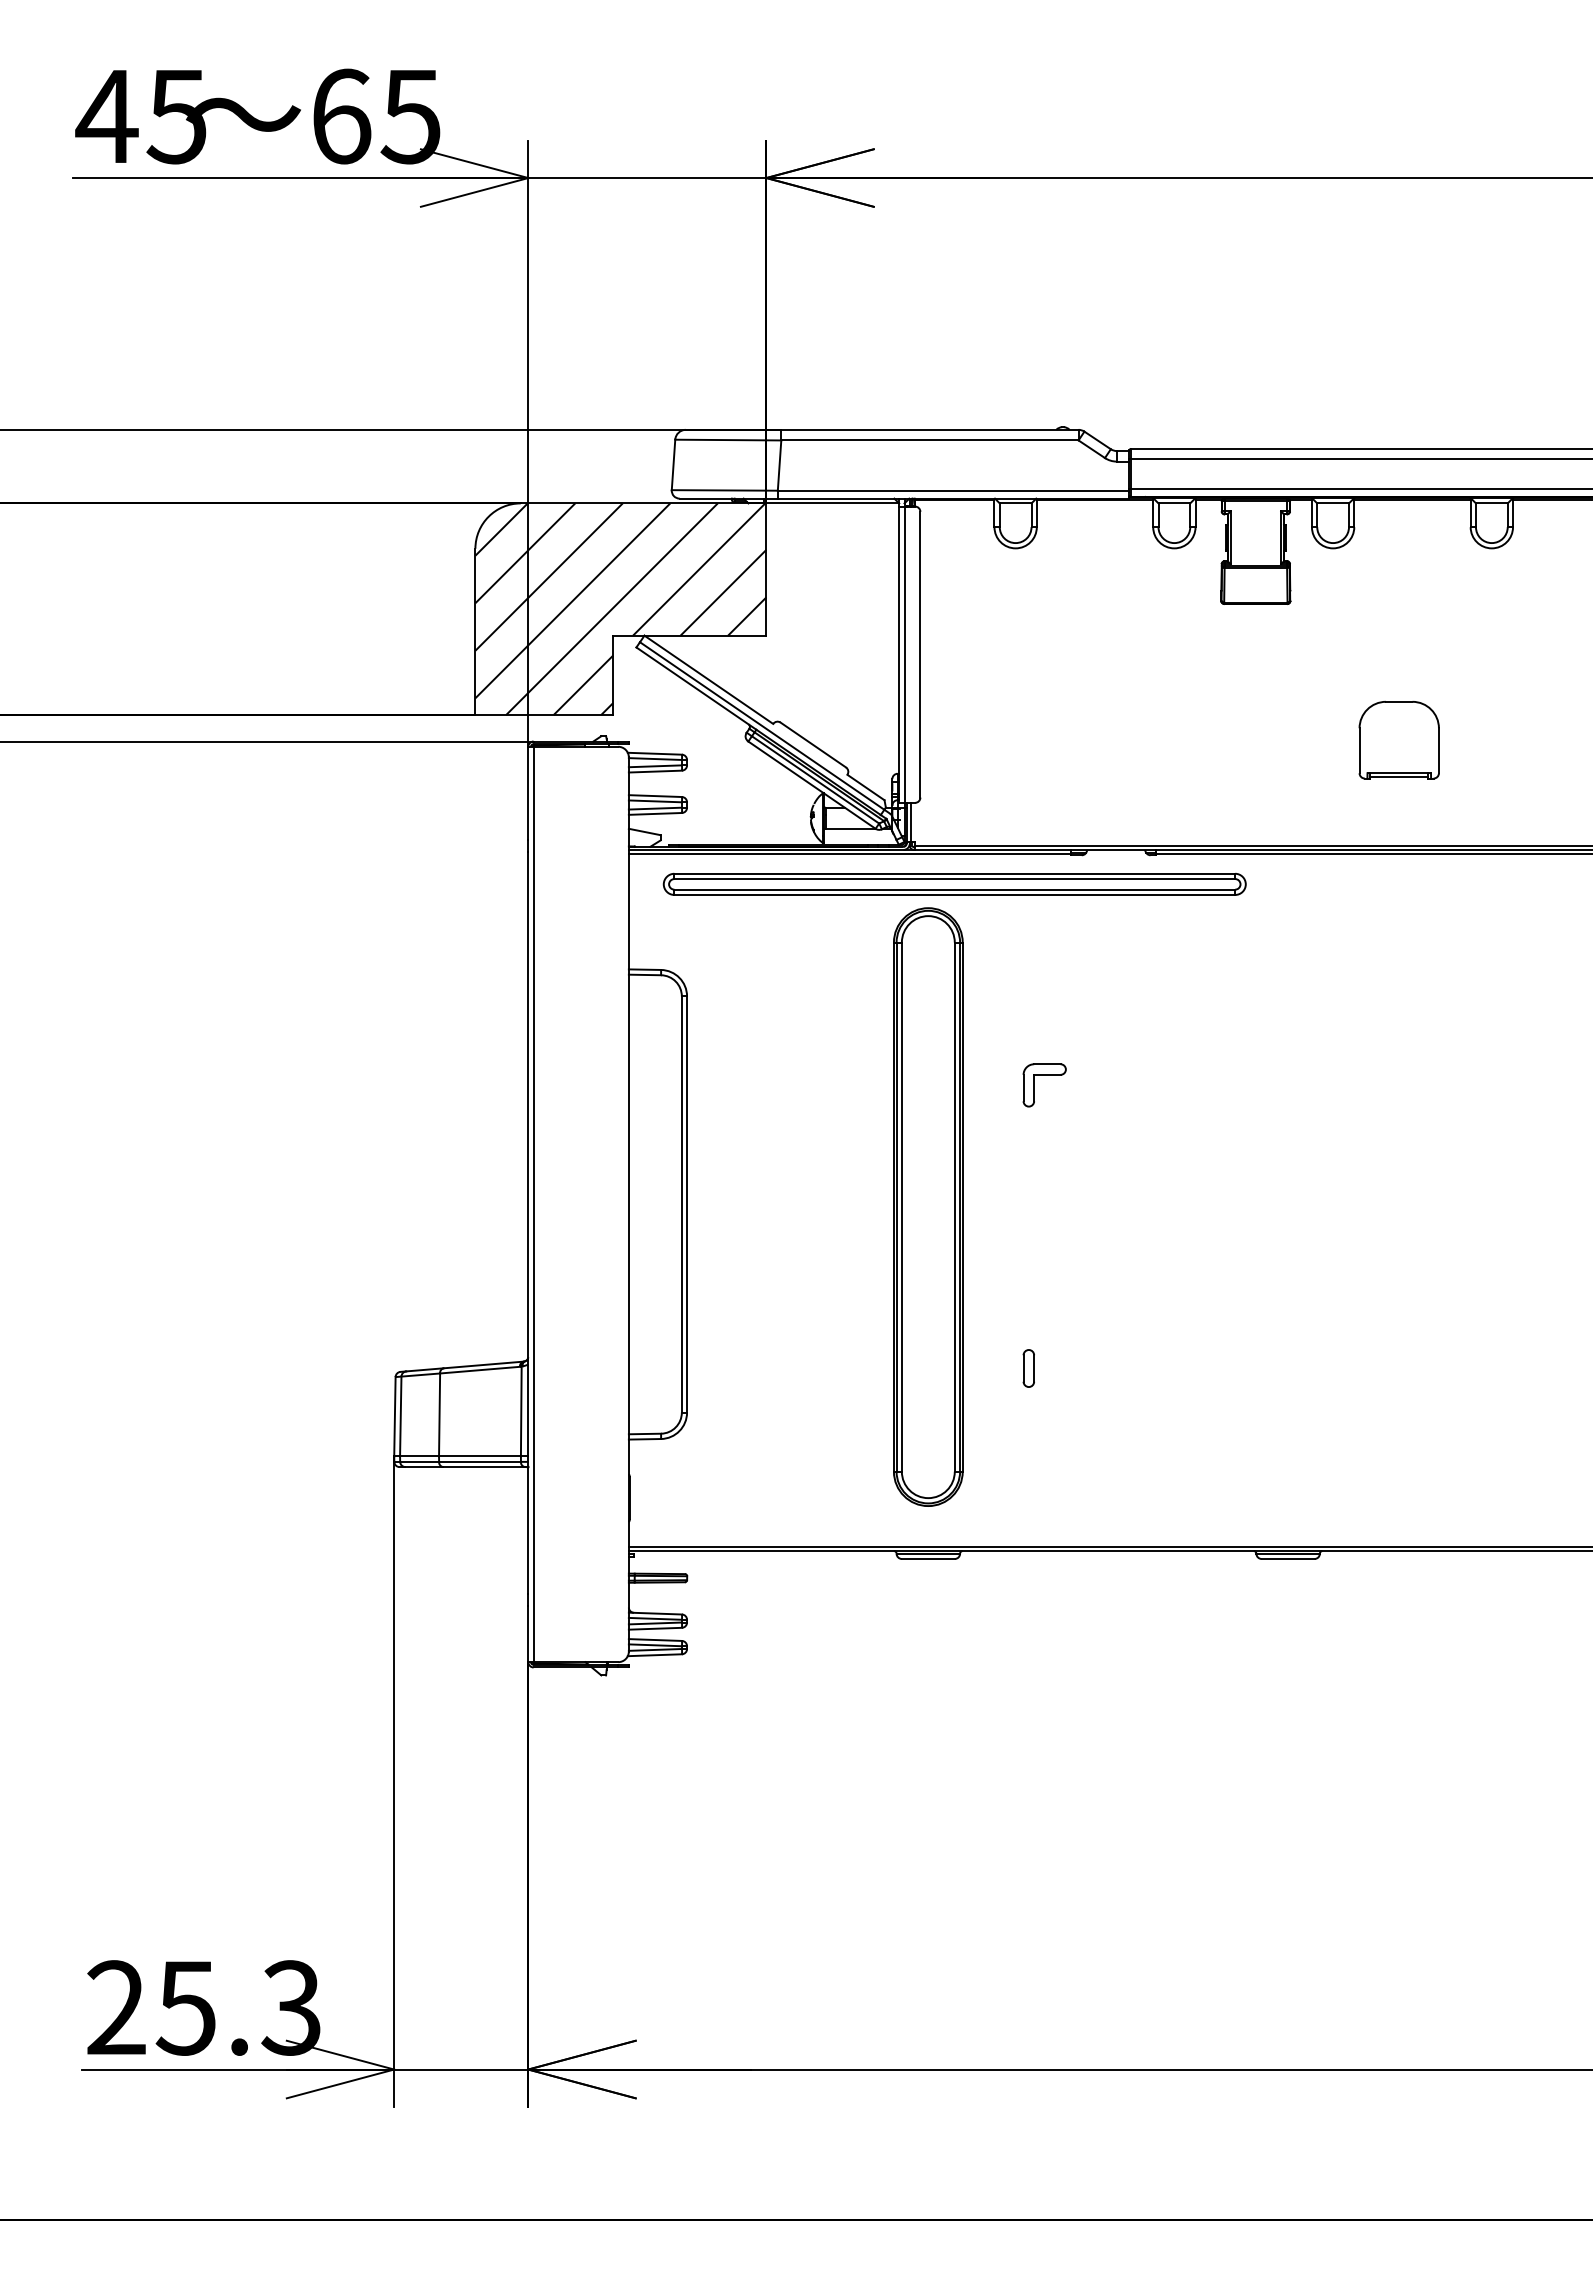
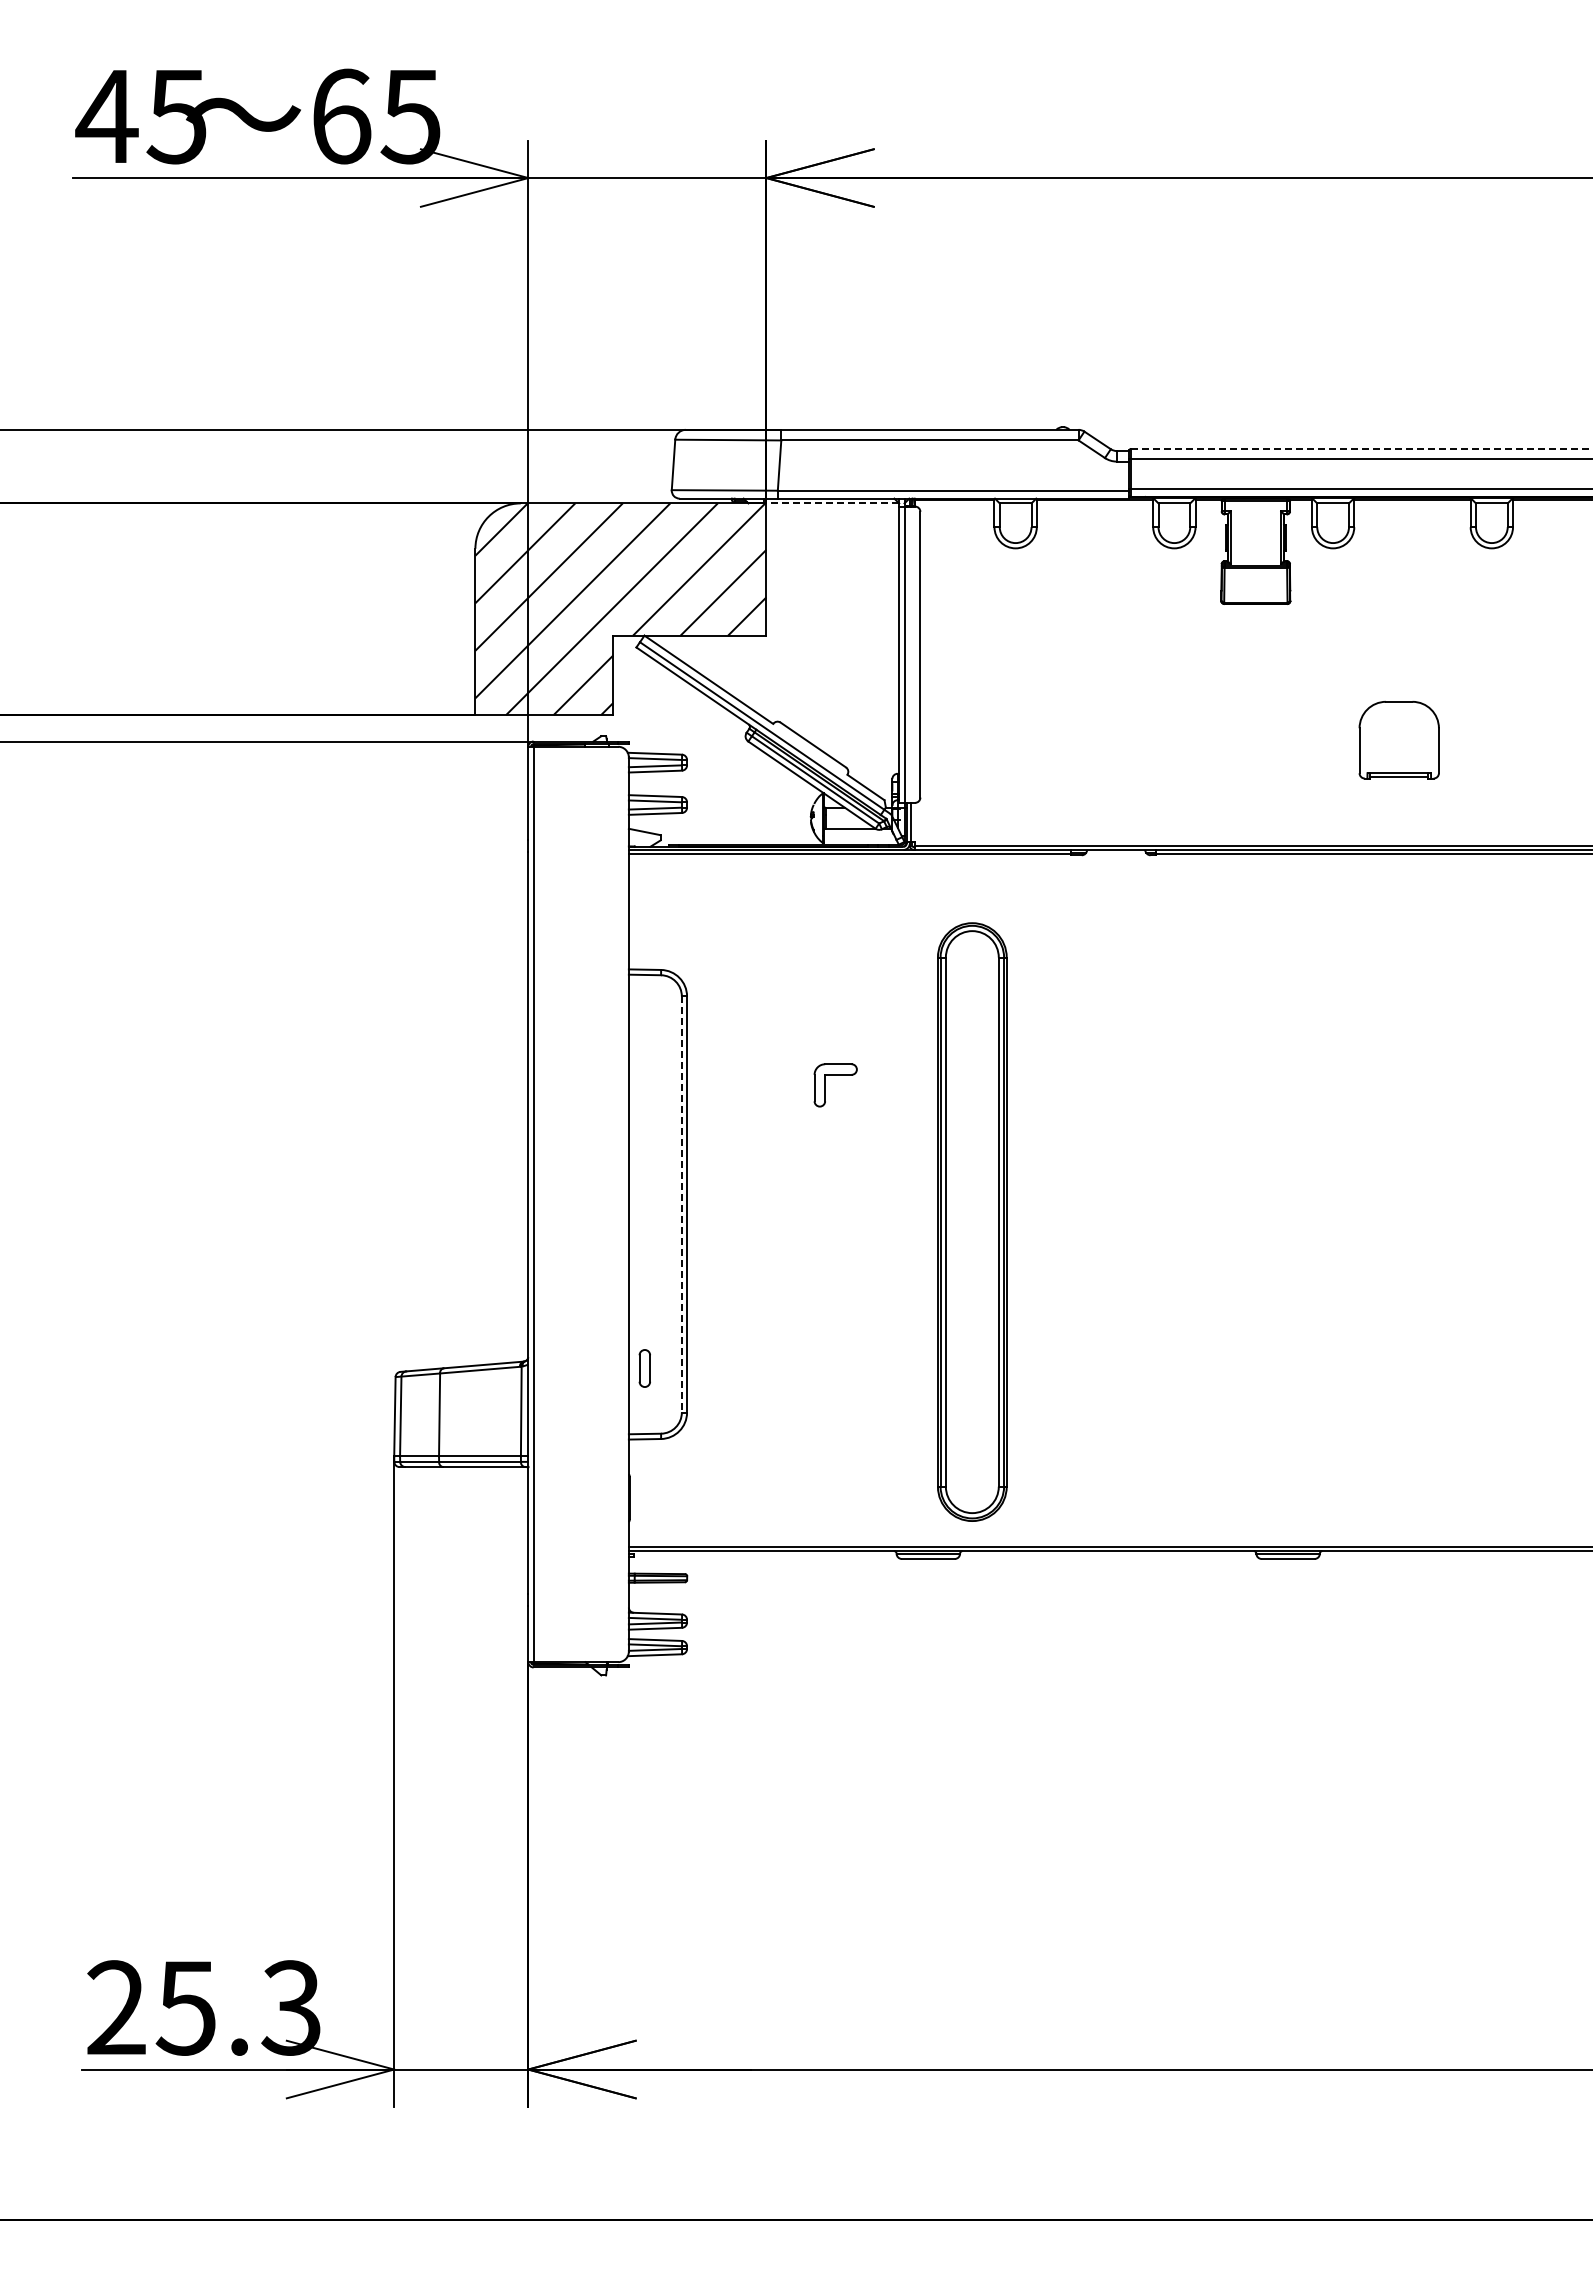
line at (1361, 448): solid -> dashed
line at (831, 503): solid -> dashed
part at (954, 883): present -> none
part at (1044, 1075) position: (1044, 1075) -> (835, 1075)
line at (681, 1204): solid -> dashed
part at (928, 1206) position: (928, 1206) -> (972, 1221)
part at (1028, 1368) position: (1028, 1368) -> (644, 1368)
